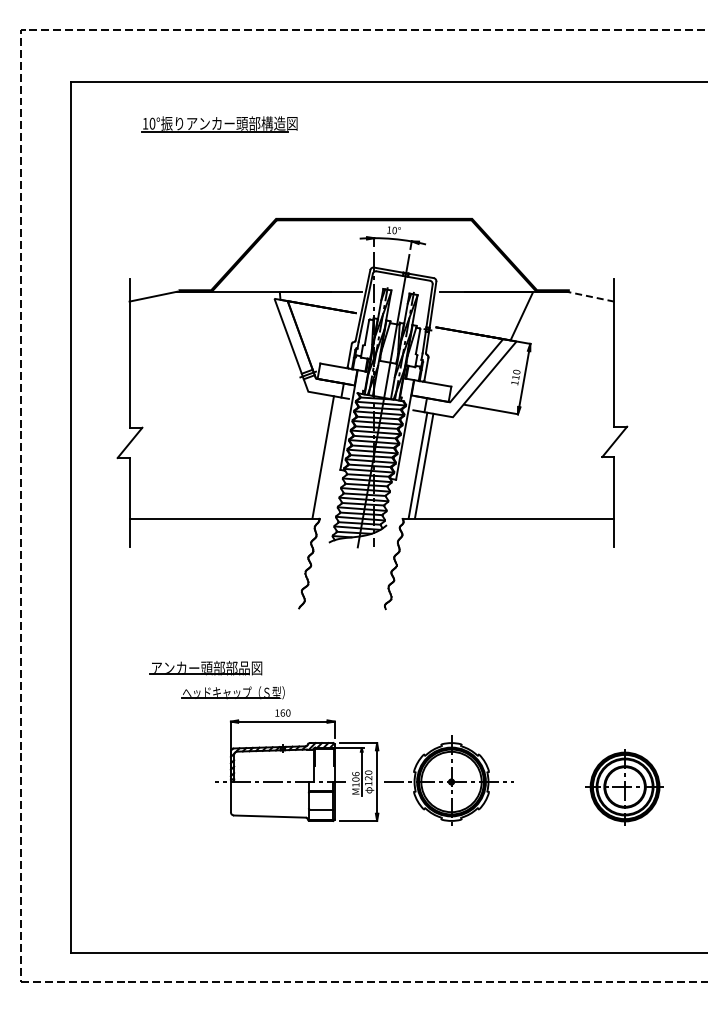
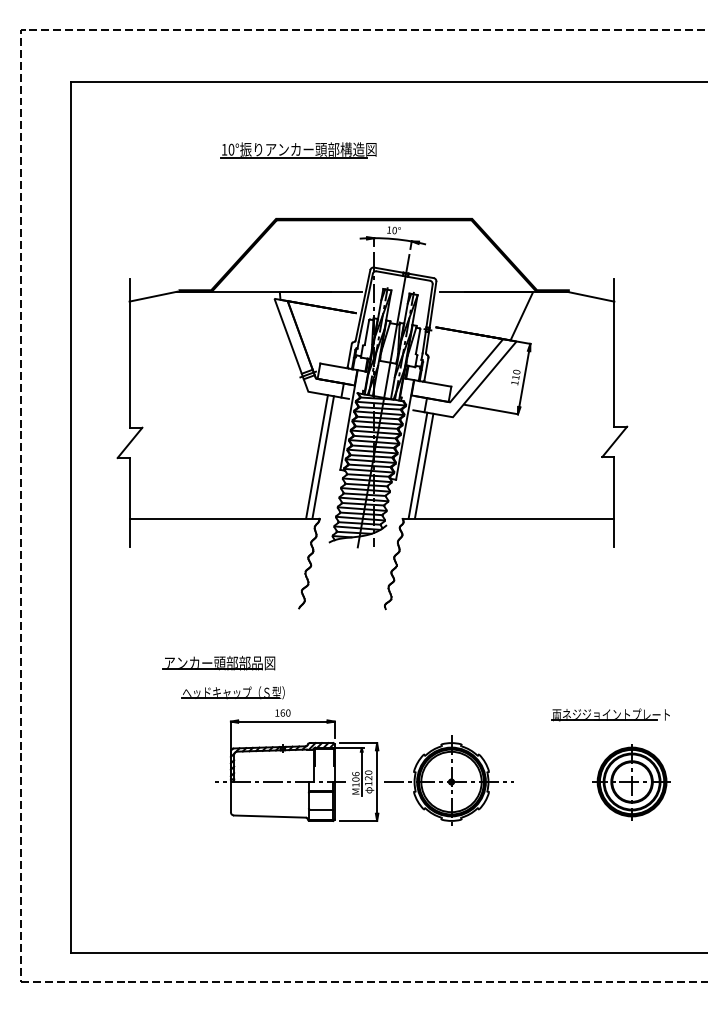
part at (219, 124) position: (219, 124) -> (298, 150)
line at (590, 296): dashed -> solid
line at (316, 456): none -> present
part at (205, 668) position: (205, 668) -> (218, 663)
part at (610, 714): none -> present
part at (624, 787) position: (624, 787) -> (631, 782)
